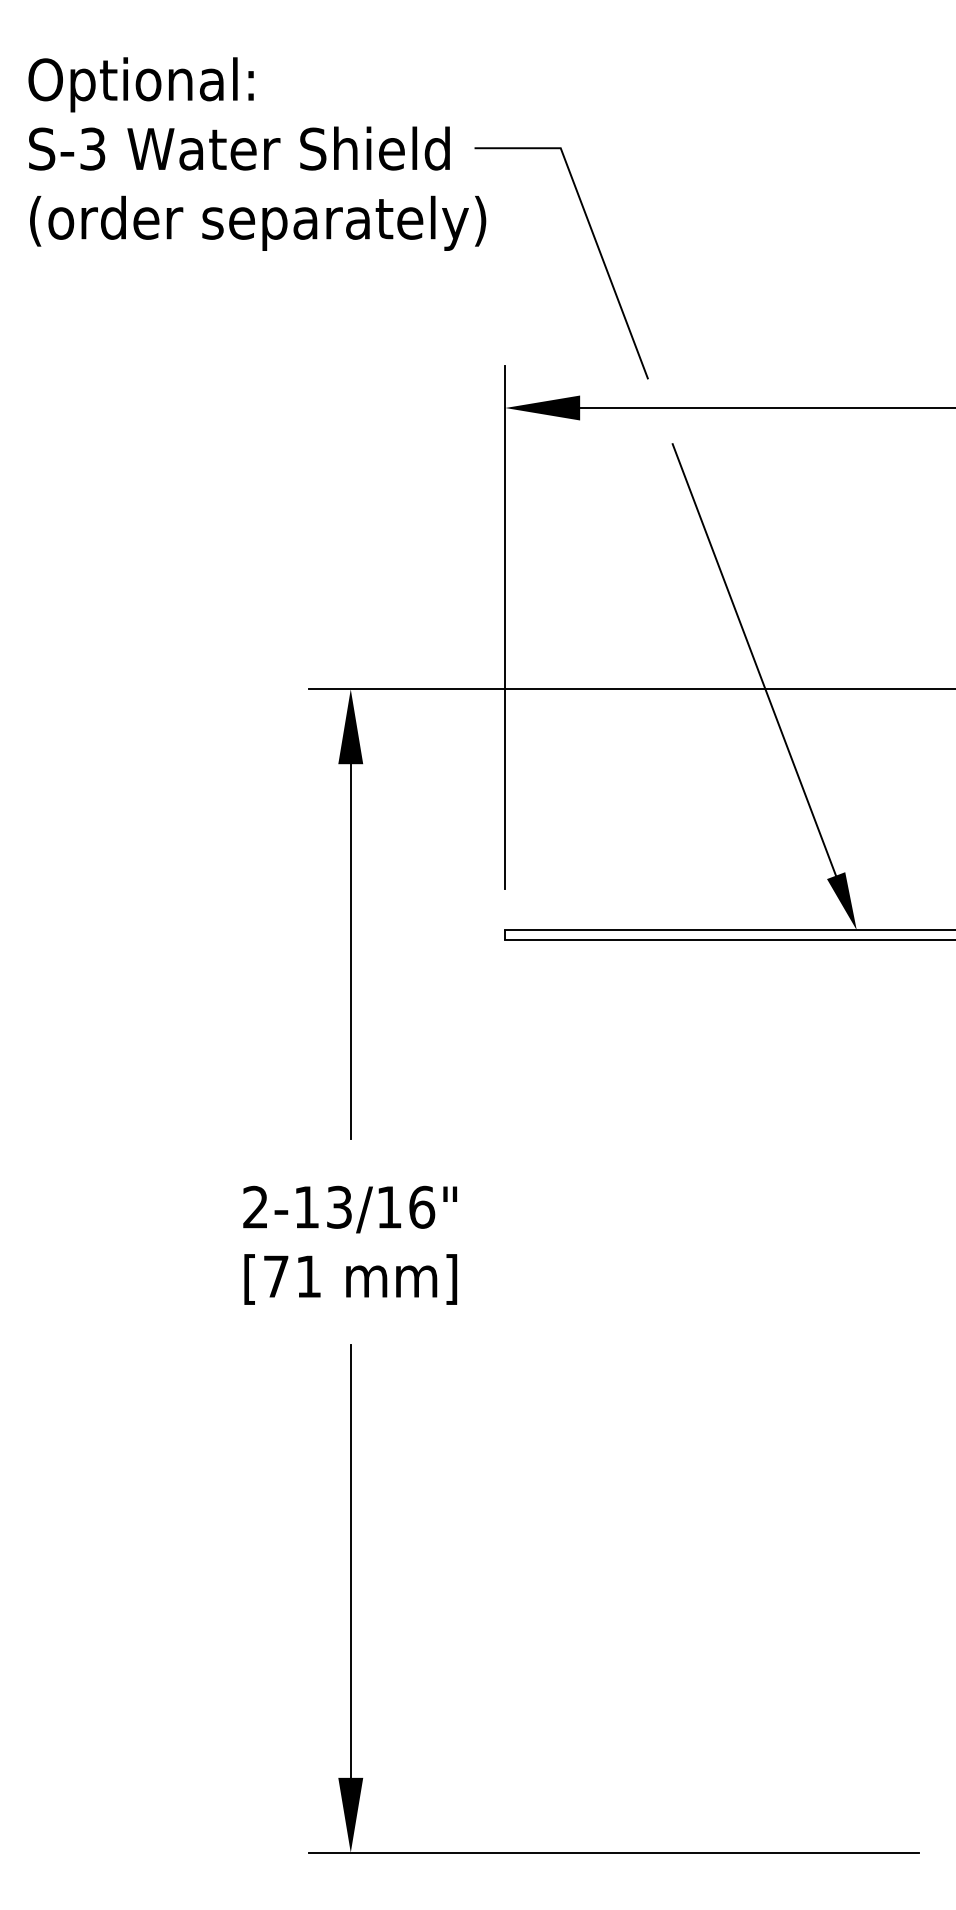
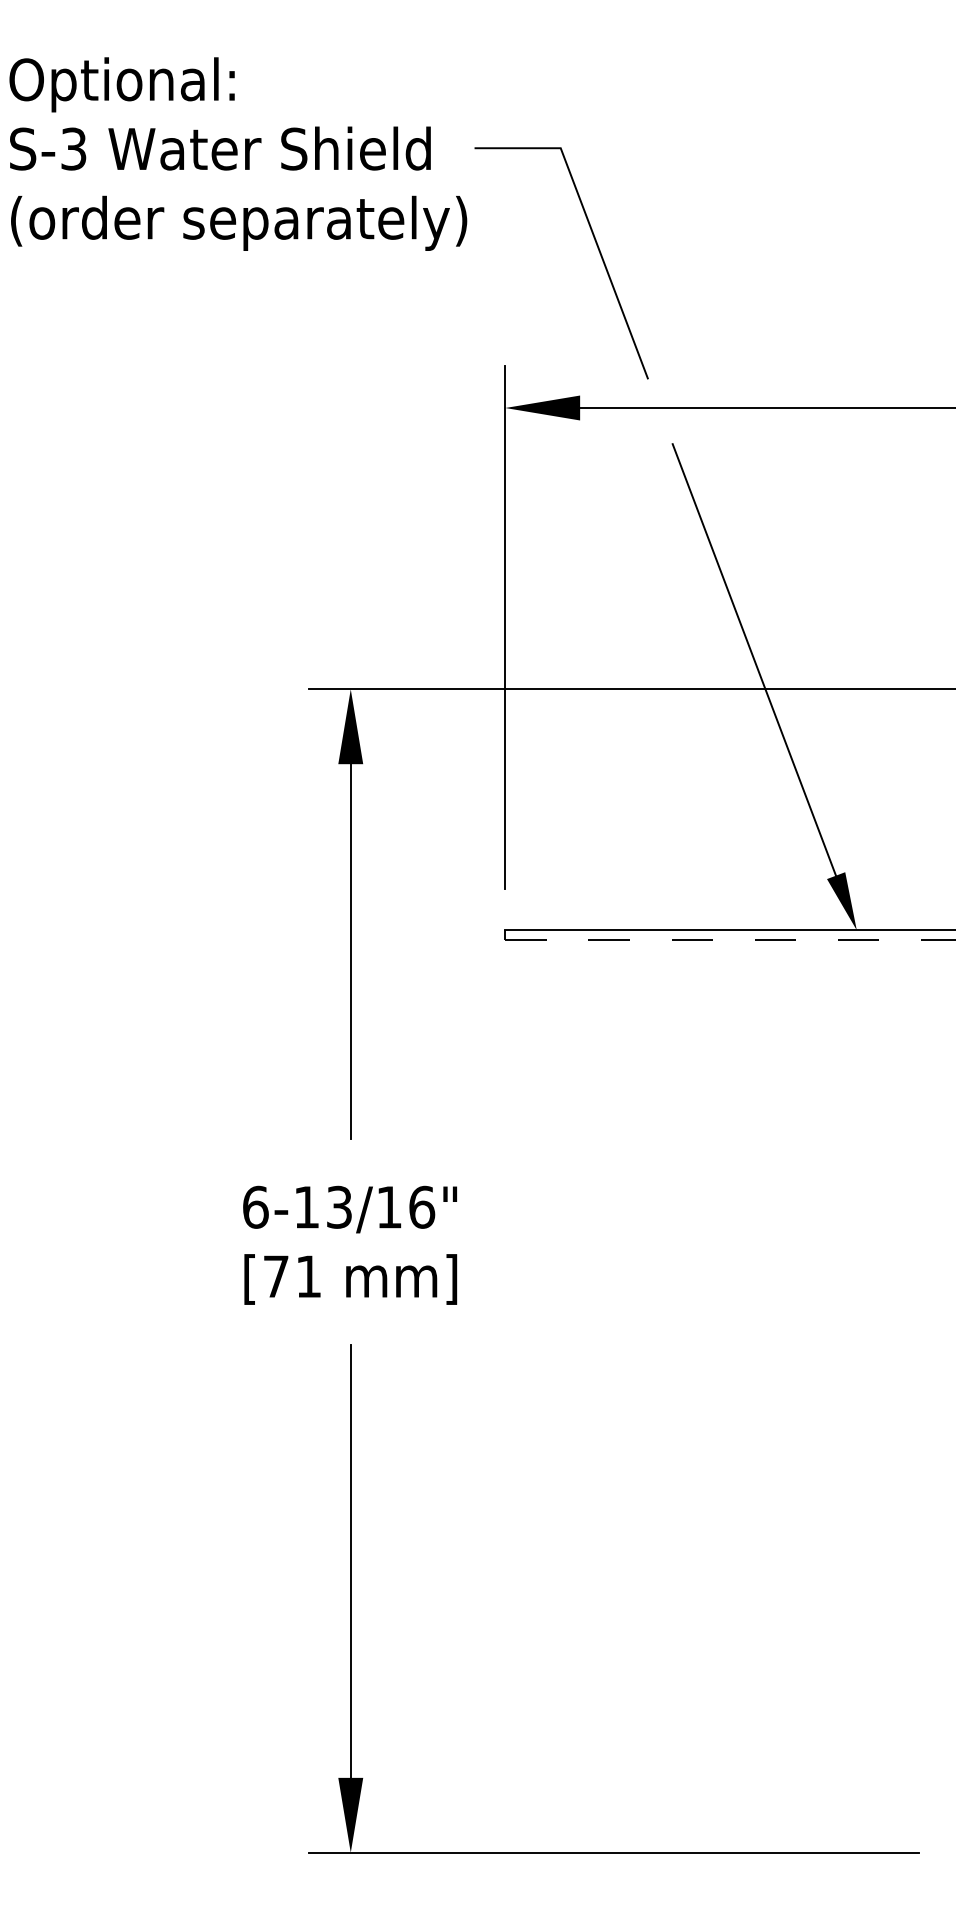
text at (257, 153) position: (257, 153) -> (238, 153)
line at (730, 939): solid -> dashed
text at (255, 1206): 2-13/16" -> 6-13/16"
